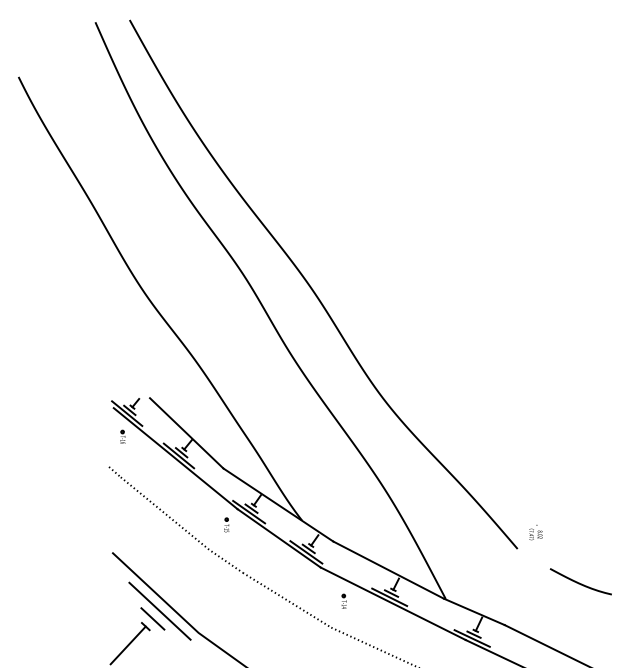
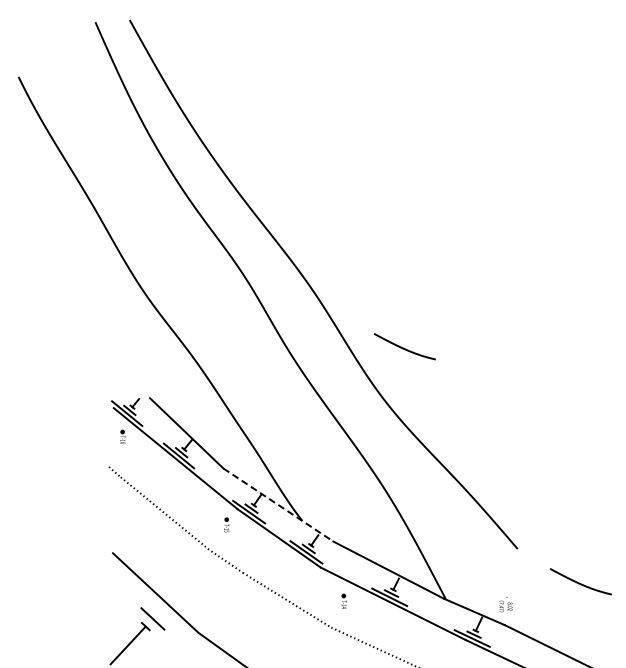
curve at (403, 347): none -> present
line at (278, 504): solid -> dashed
text at (535, 532) position: (535, 532) -> (505, 604)
line at (159, 610): present -> none
